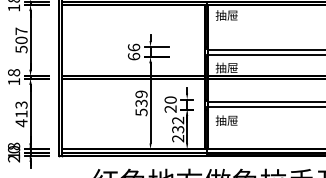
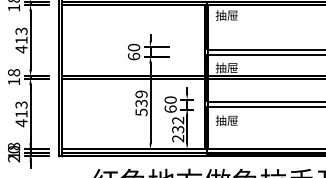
text at (21, 40): 507 -> 413
text at (133, 47): 66 -> 60
text at (170, 108): 20 -> 60
